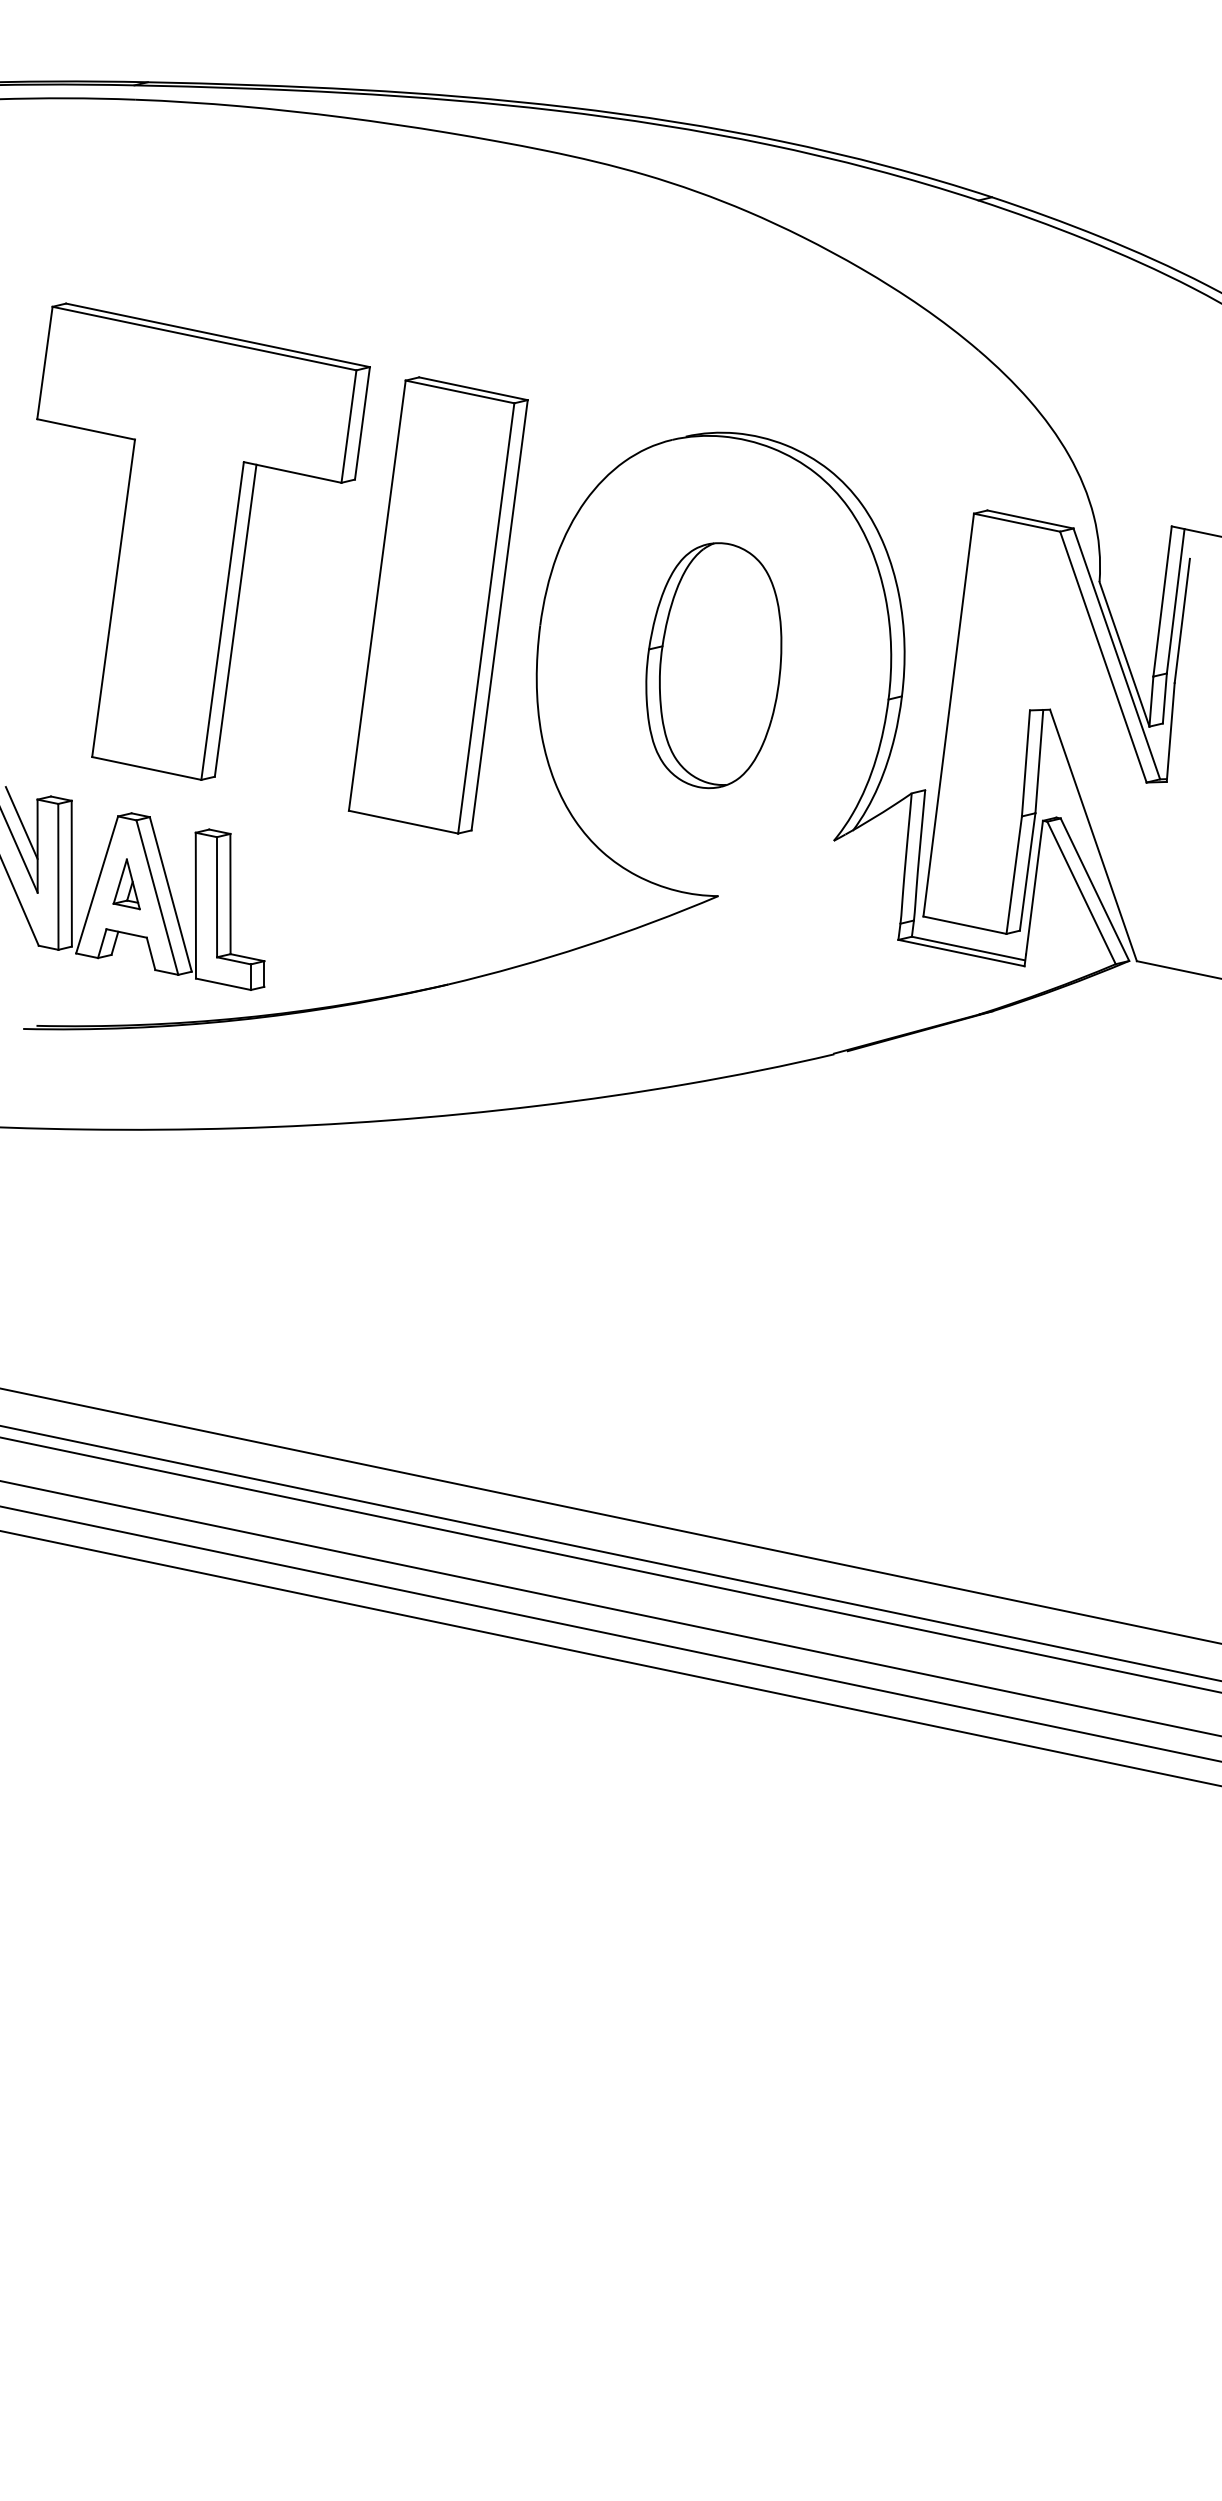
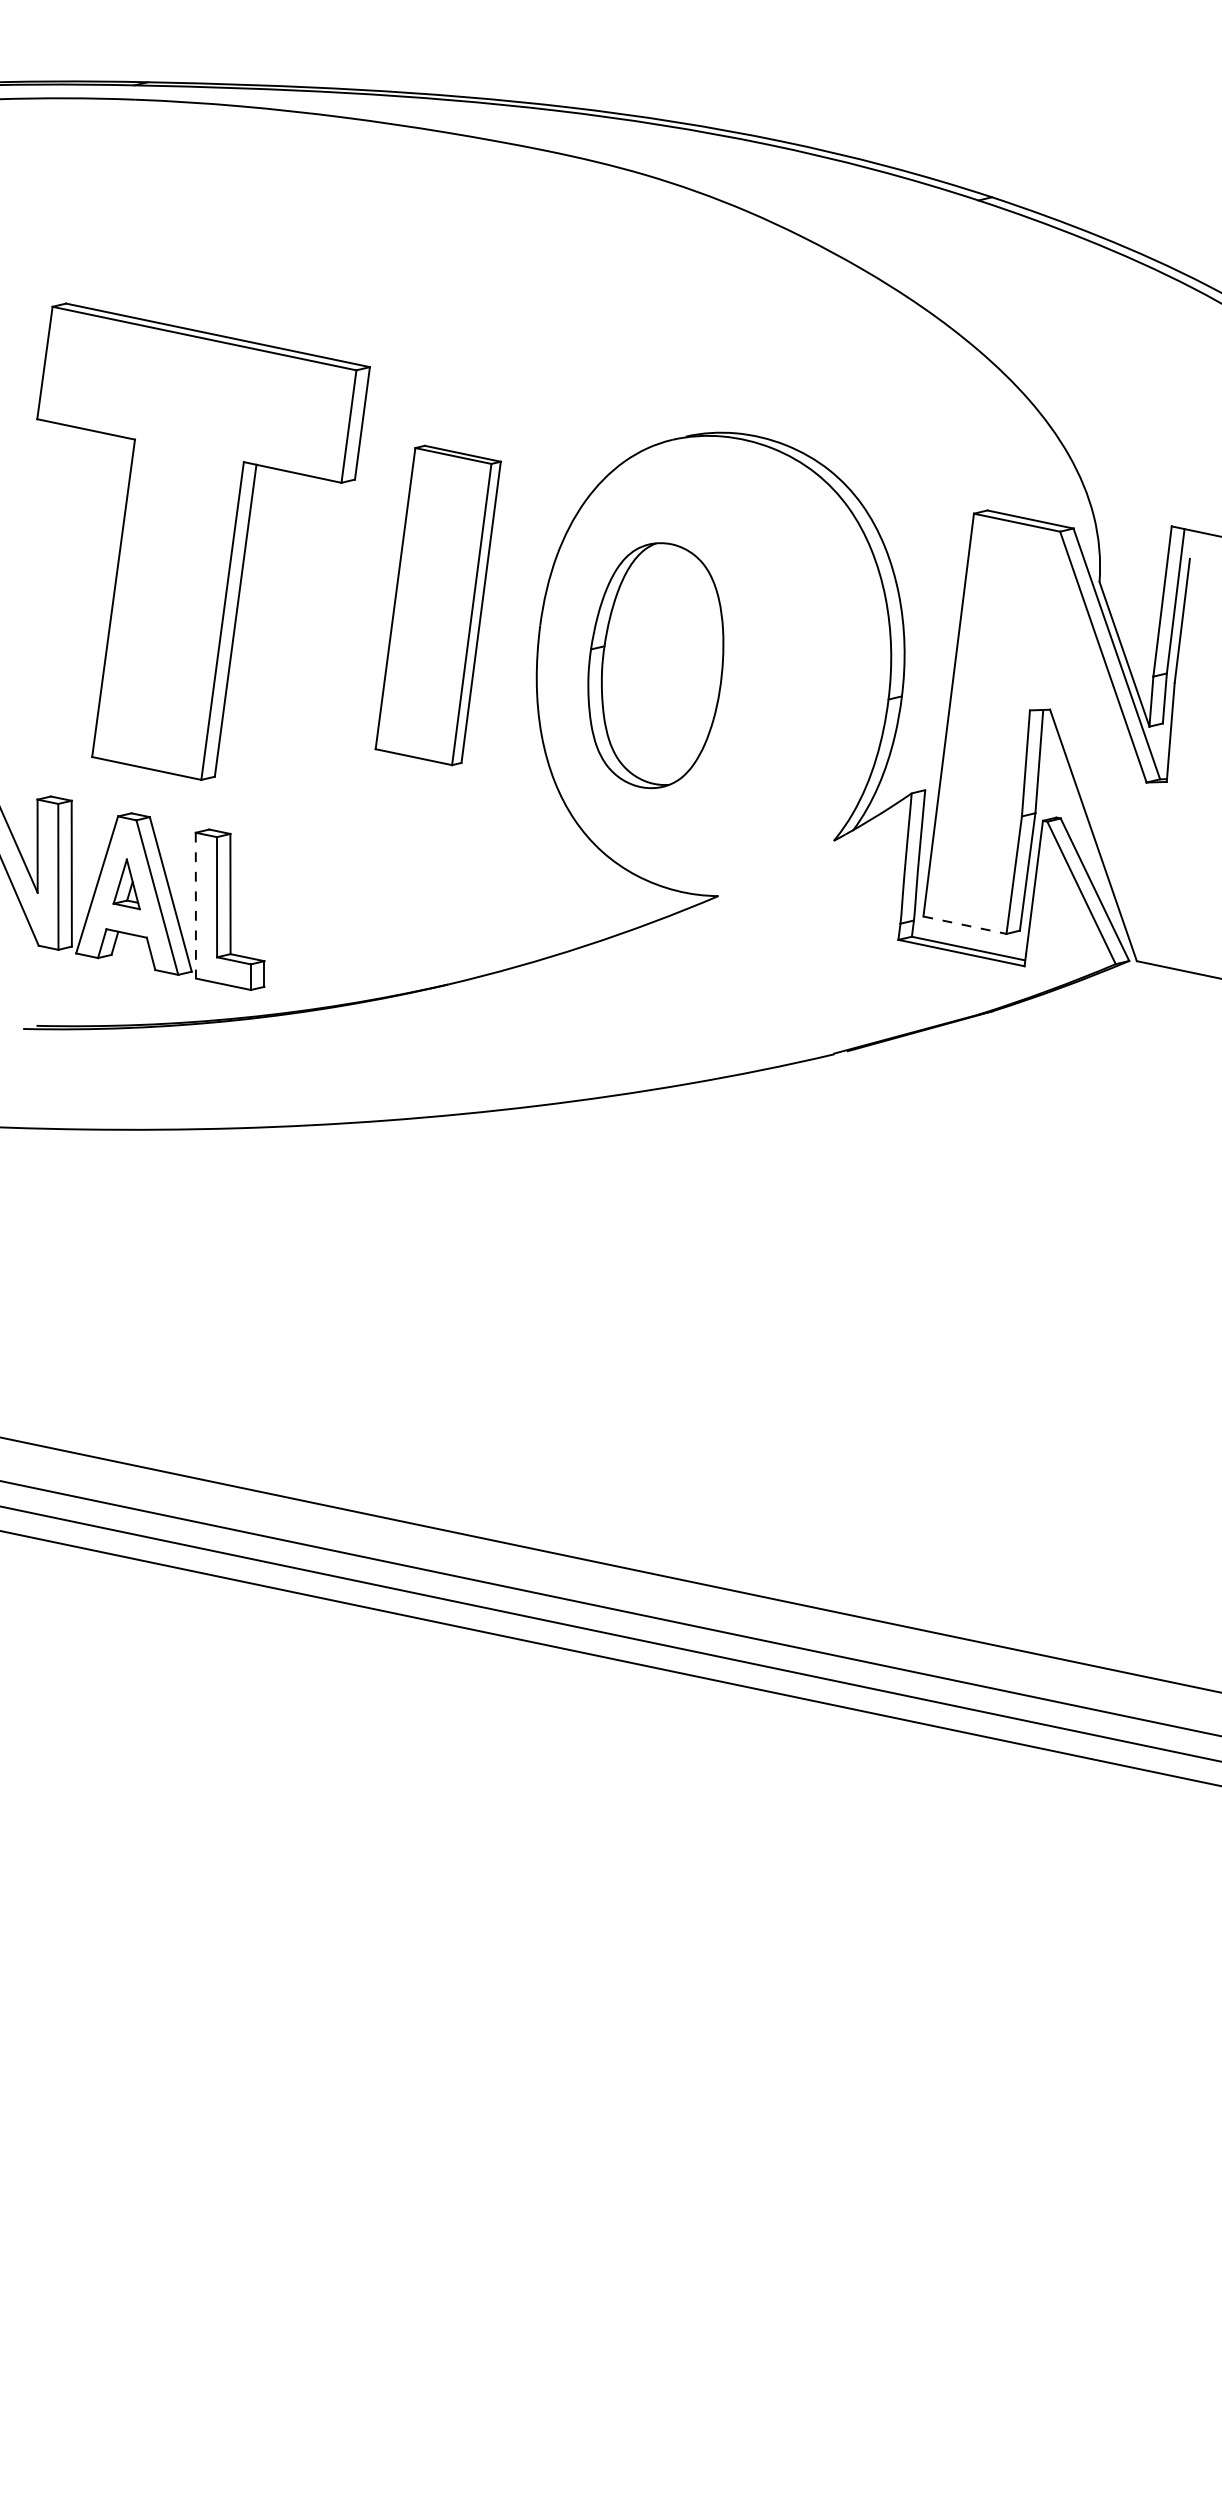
part at (437, 605) size: 182x459 px -> 128x323 px
part at (713, 665) position: (713, 665) -> (655, 665)
line at (21, 822): present -> none
line at (195, 905): solid -> dashed
line at (965, 925): solid -> dashed
line at (610, 1516): present -> none
line at (610, 1553): present -> none
